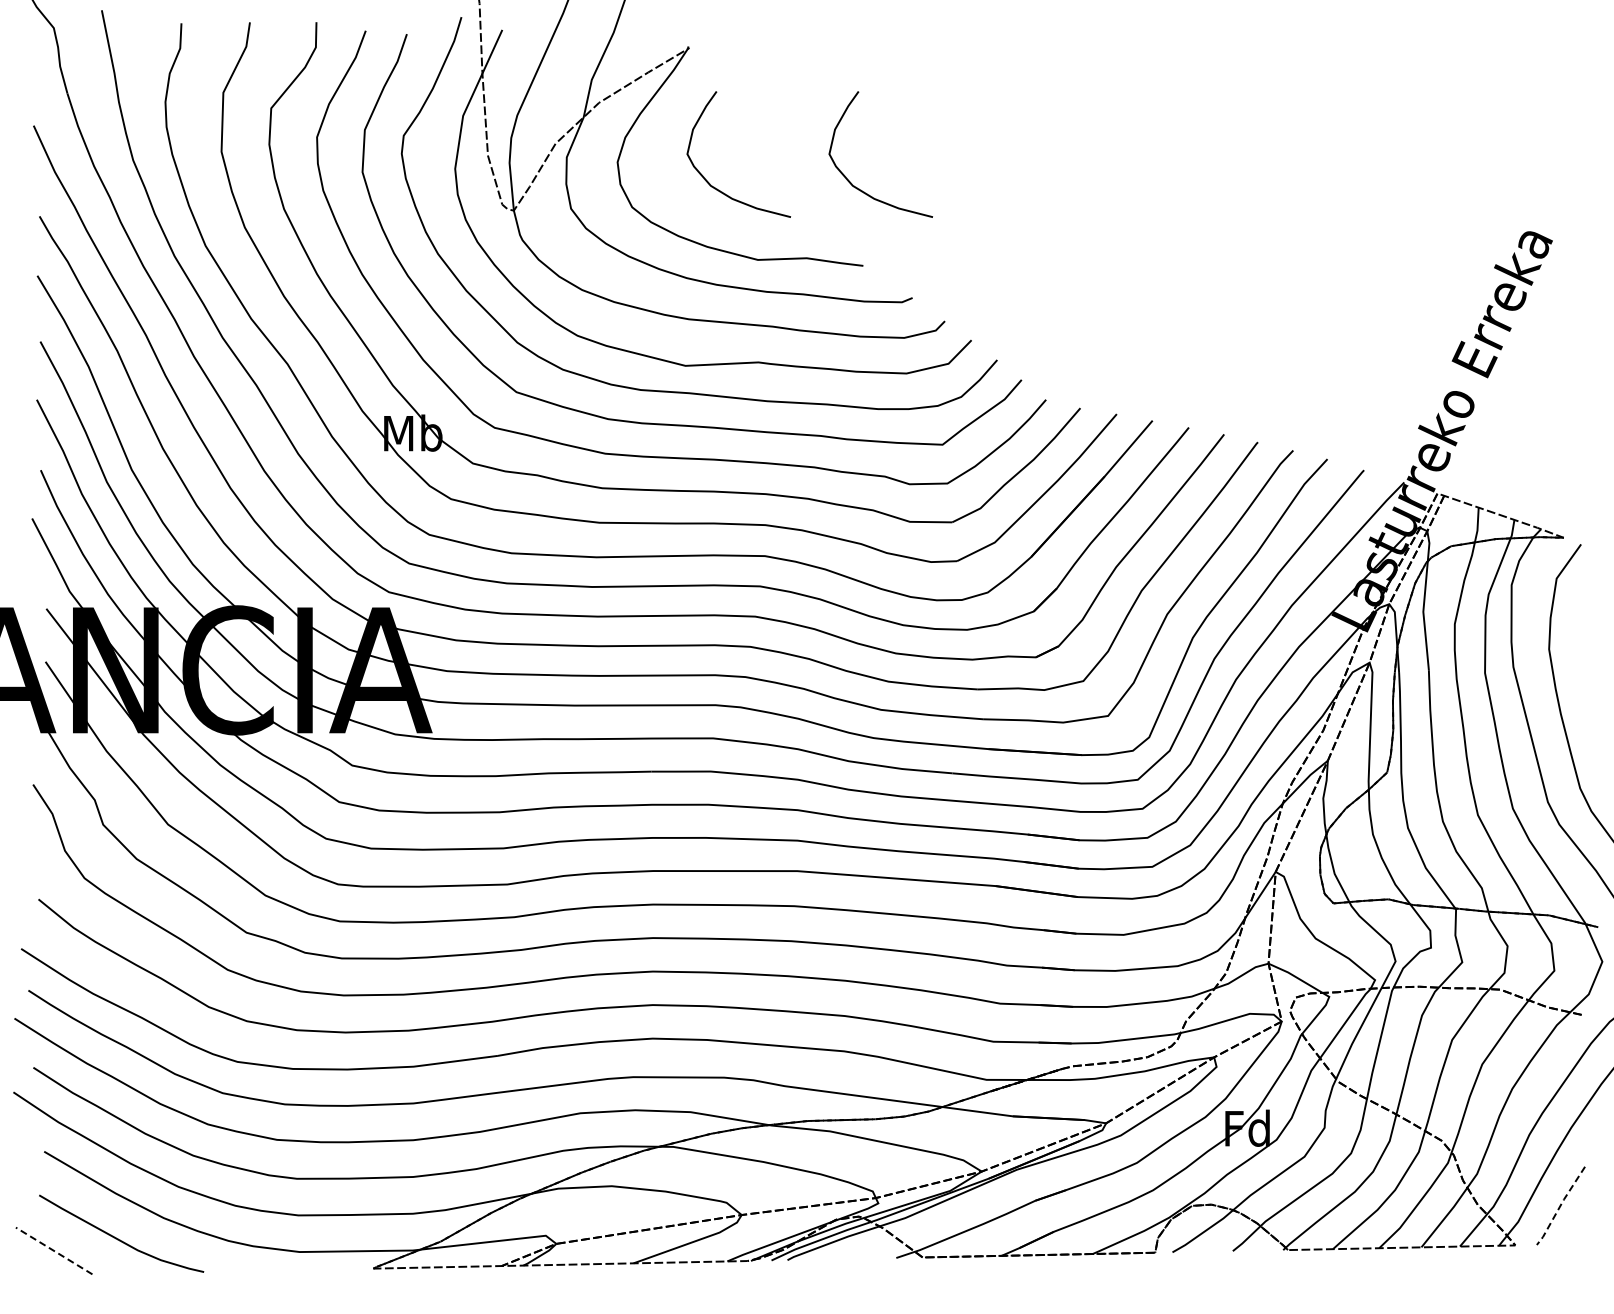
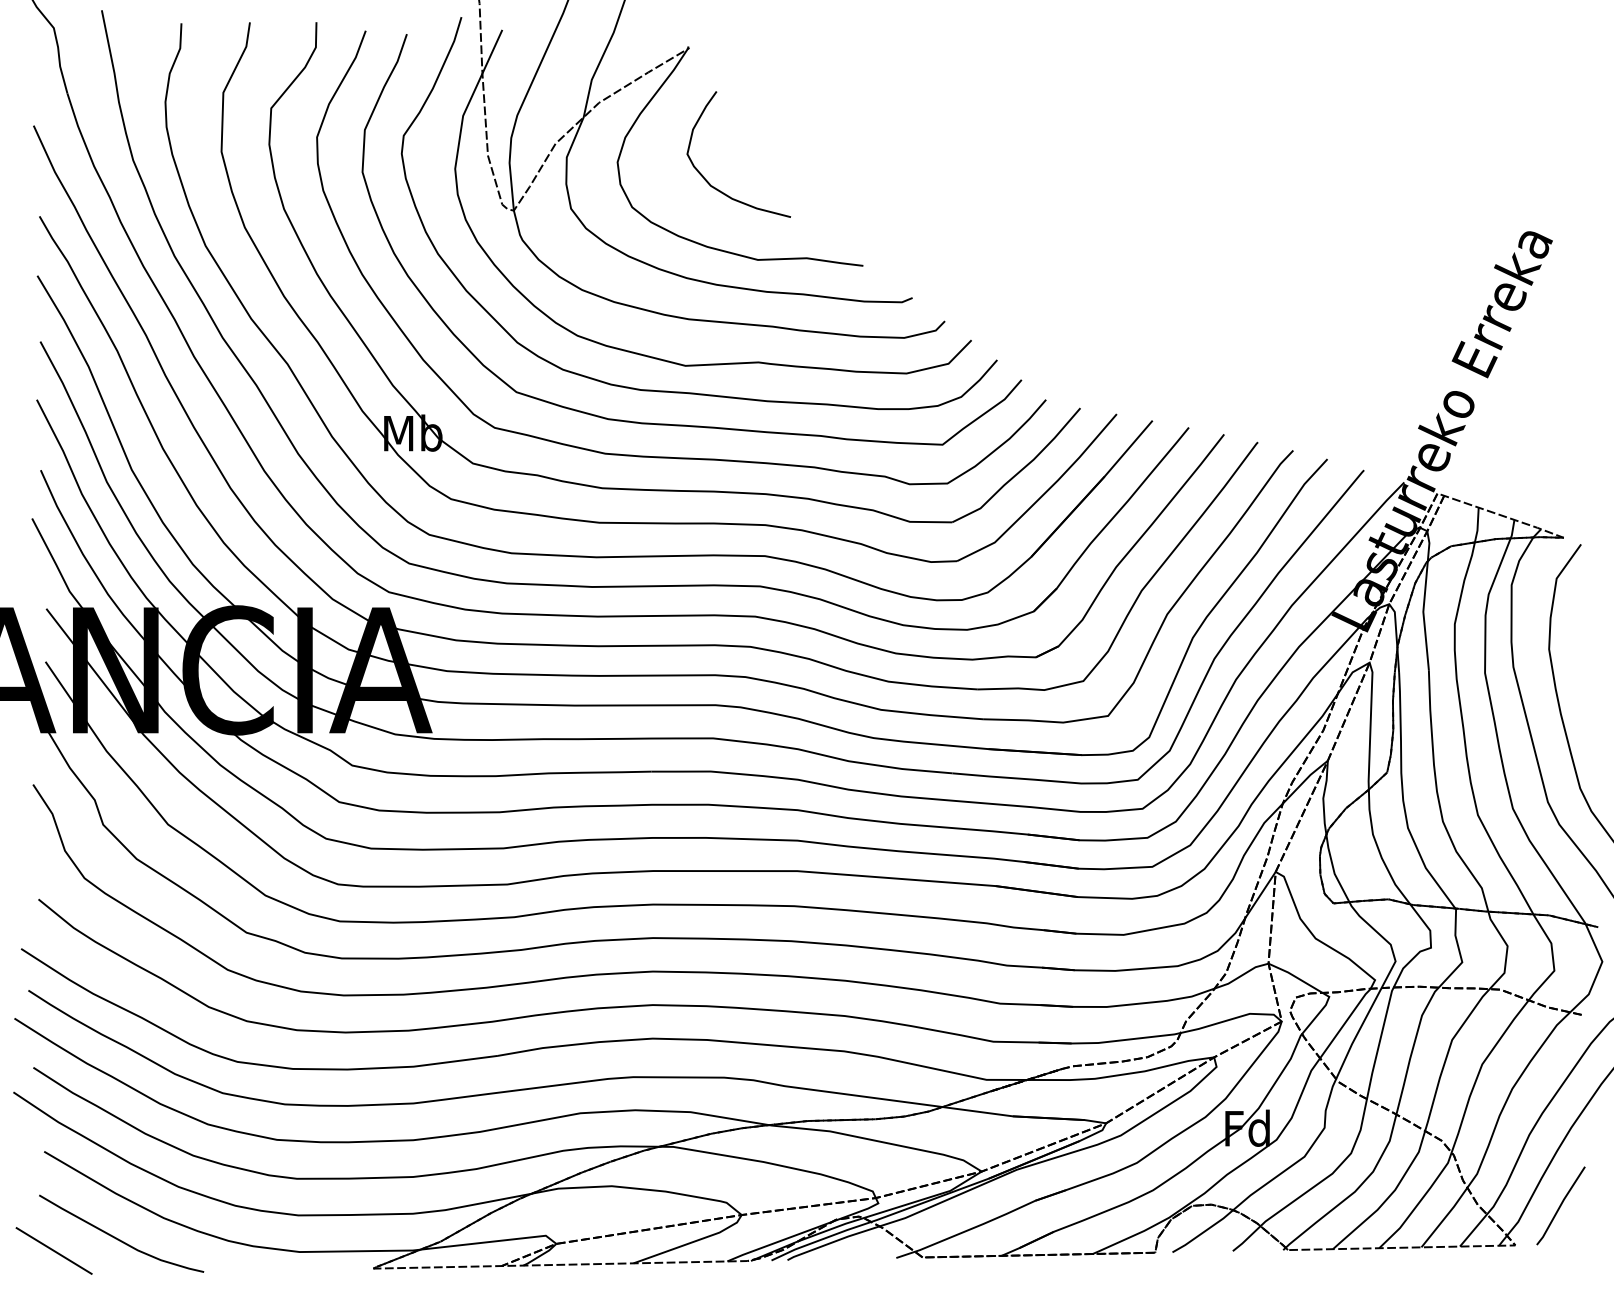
curve at (859, 188): present -> none
line at (1560, 1205): dashed -> solid
line at (54, 1250): dashed -> solid
